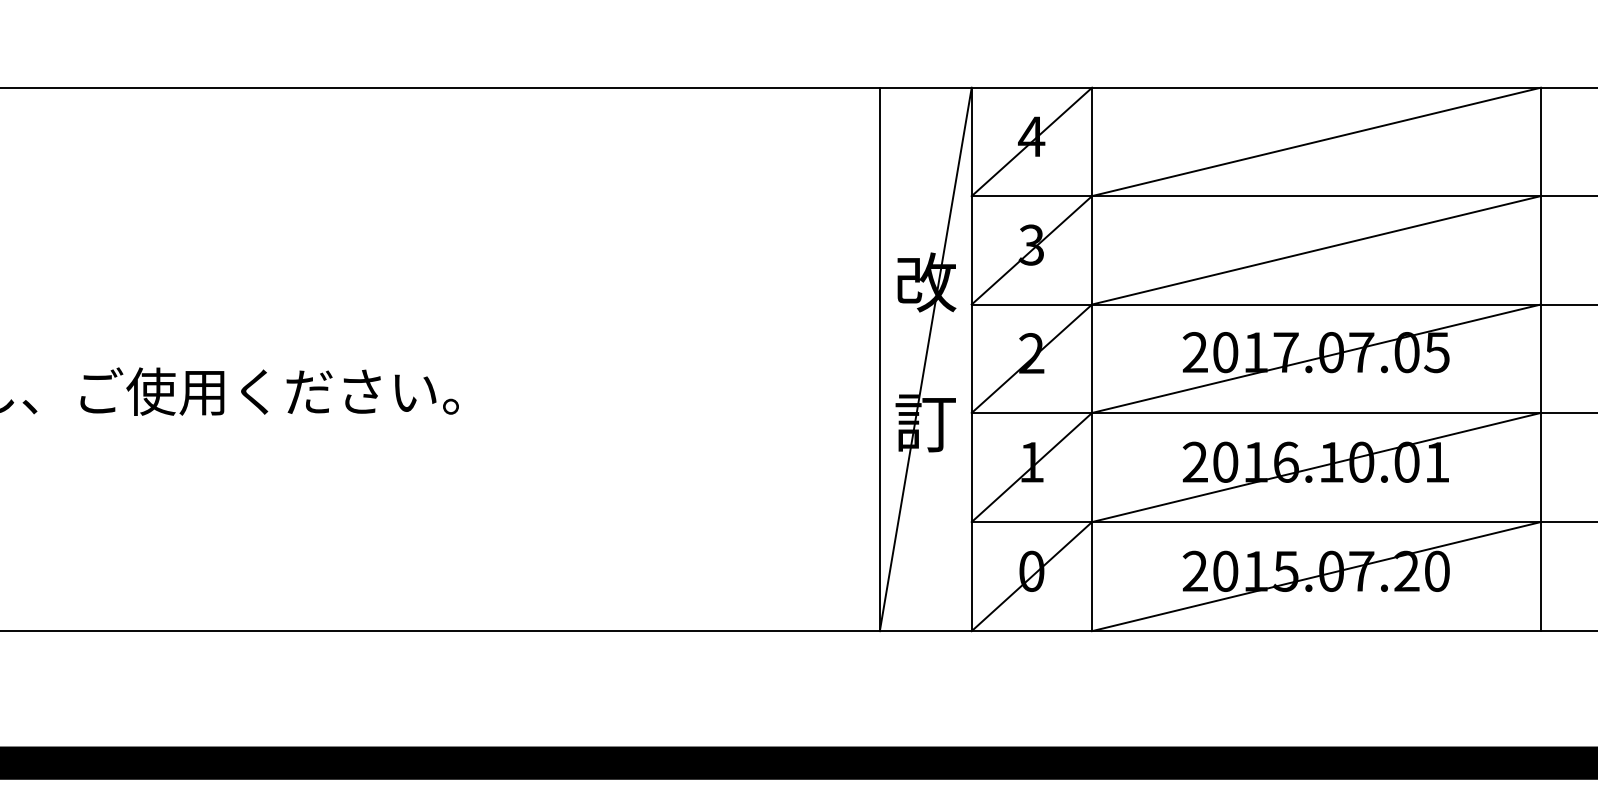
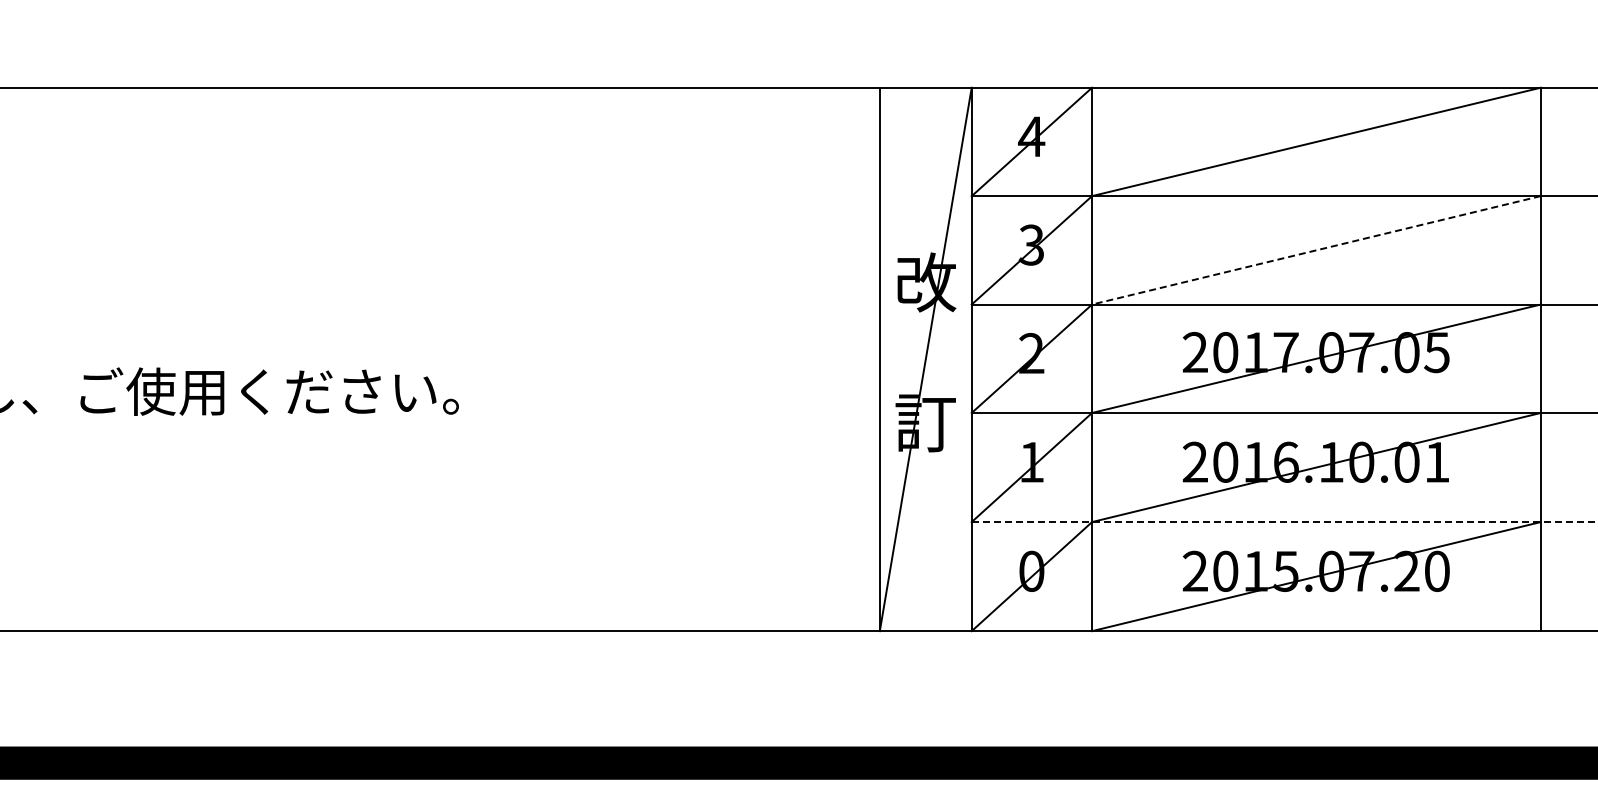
line at (1316, 250): solid -> dashed
line at (1284, 522): solid -> dashed
